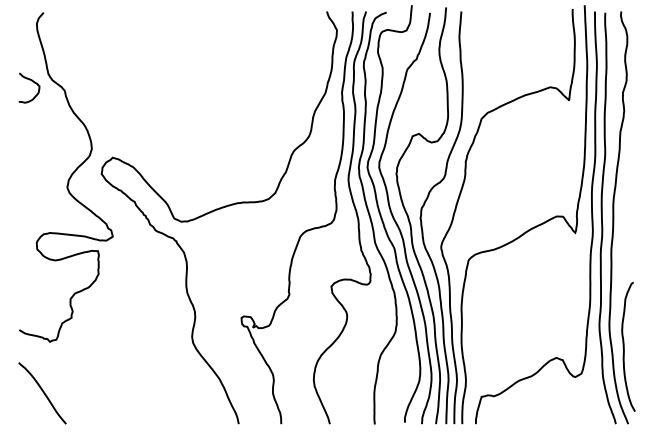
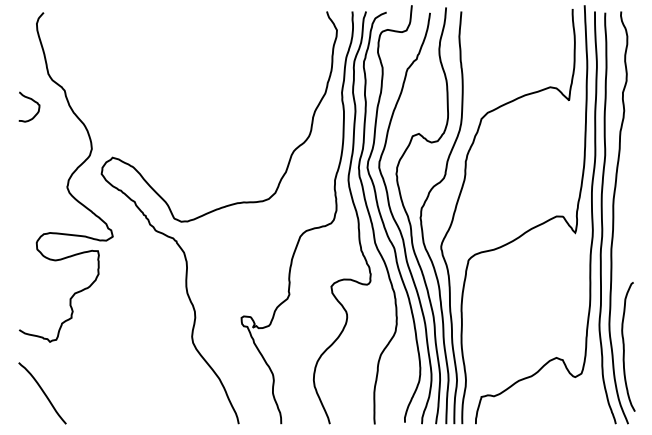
curve at (31, 81) position: (31, 81) -> (31, 100)
